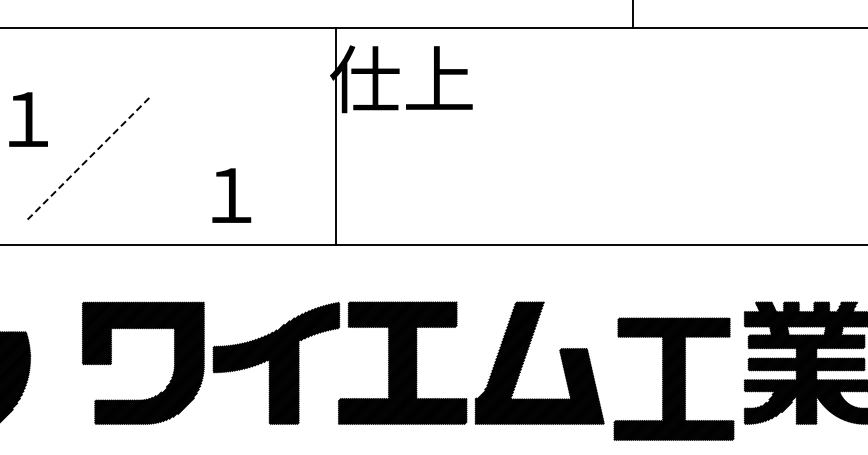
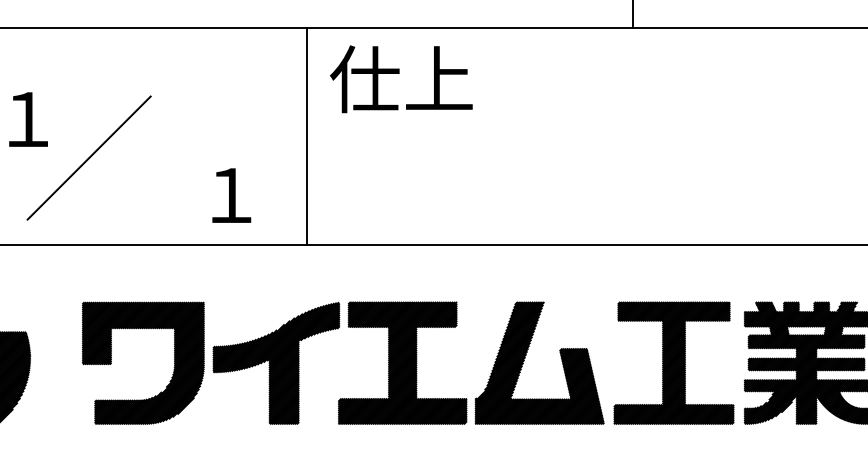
line at (335, 136) position: (335, 136) -> (306, 136)
line at (89, 157): dashed -> solid
part at (673, 378) position: (673, 378) -> (673, 362)
